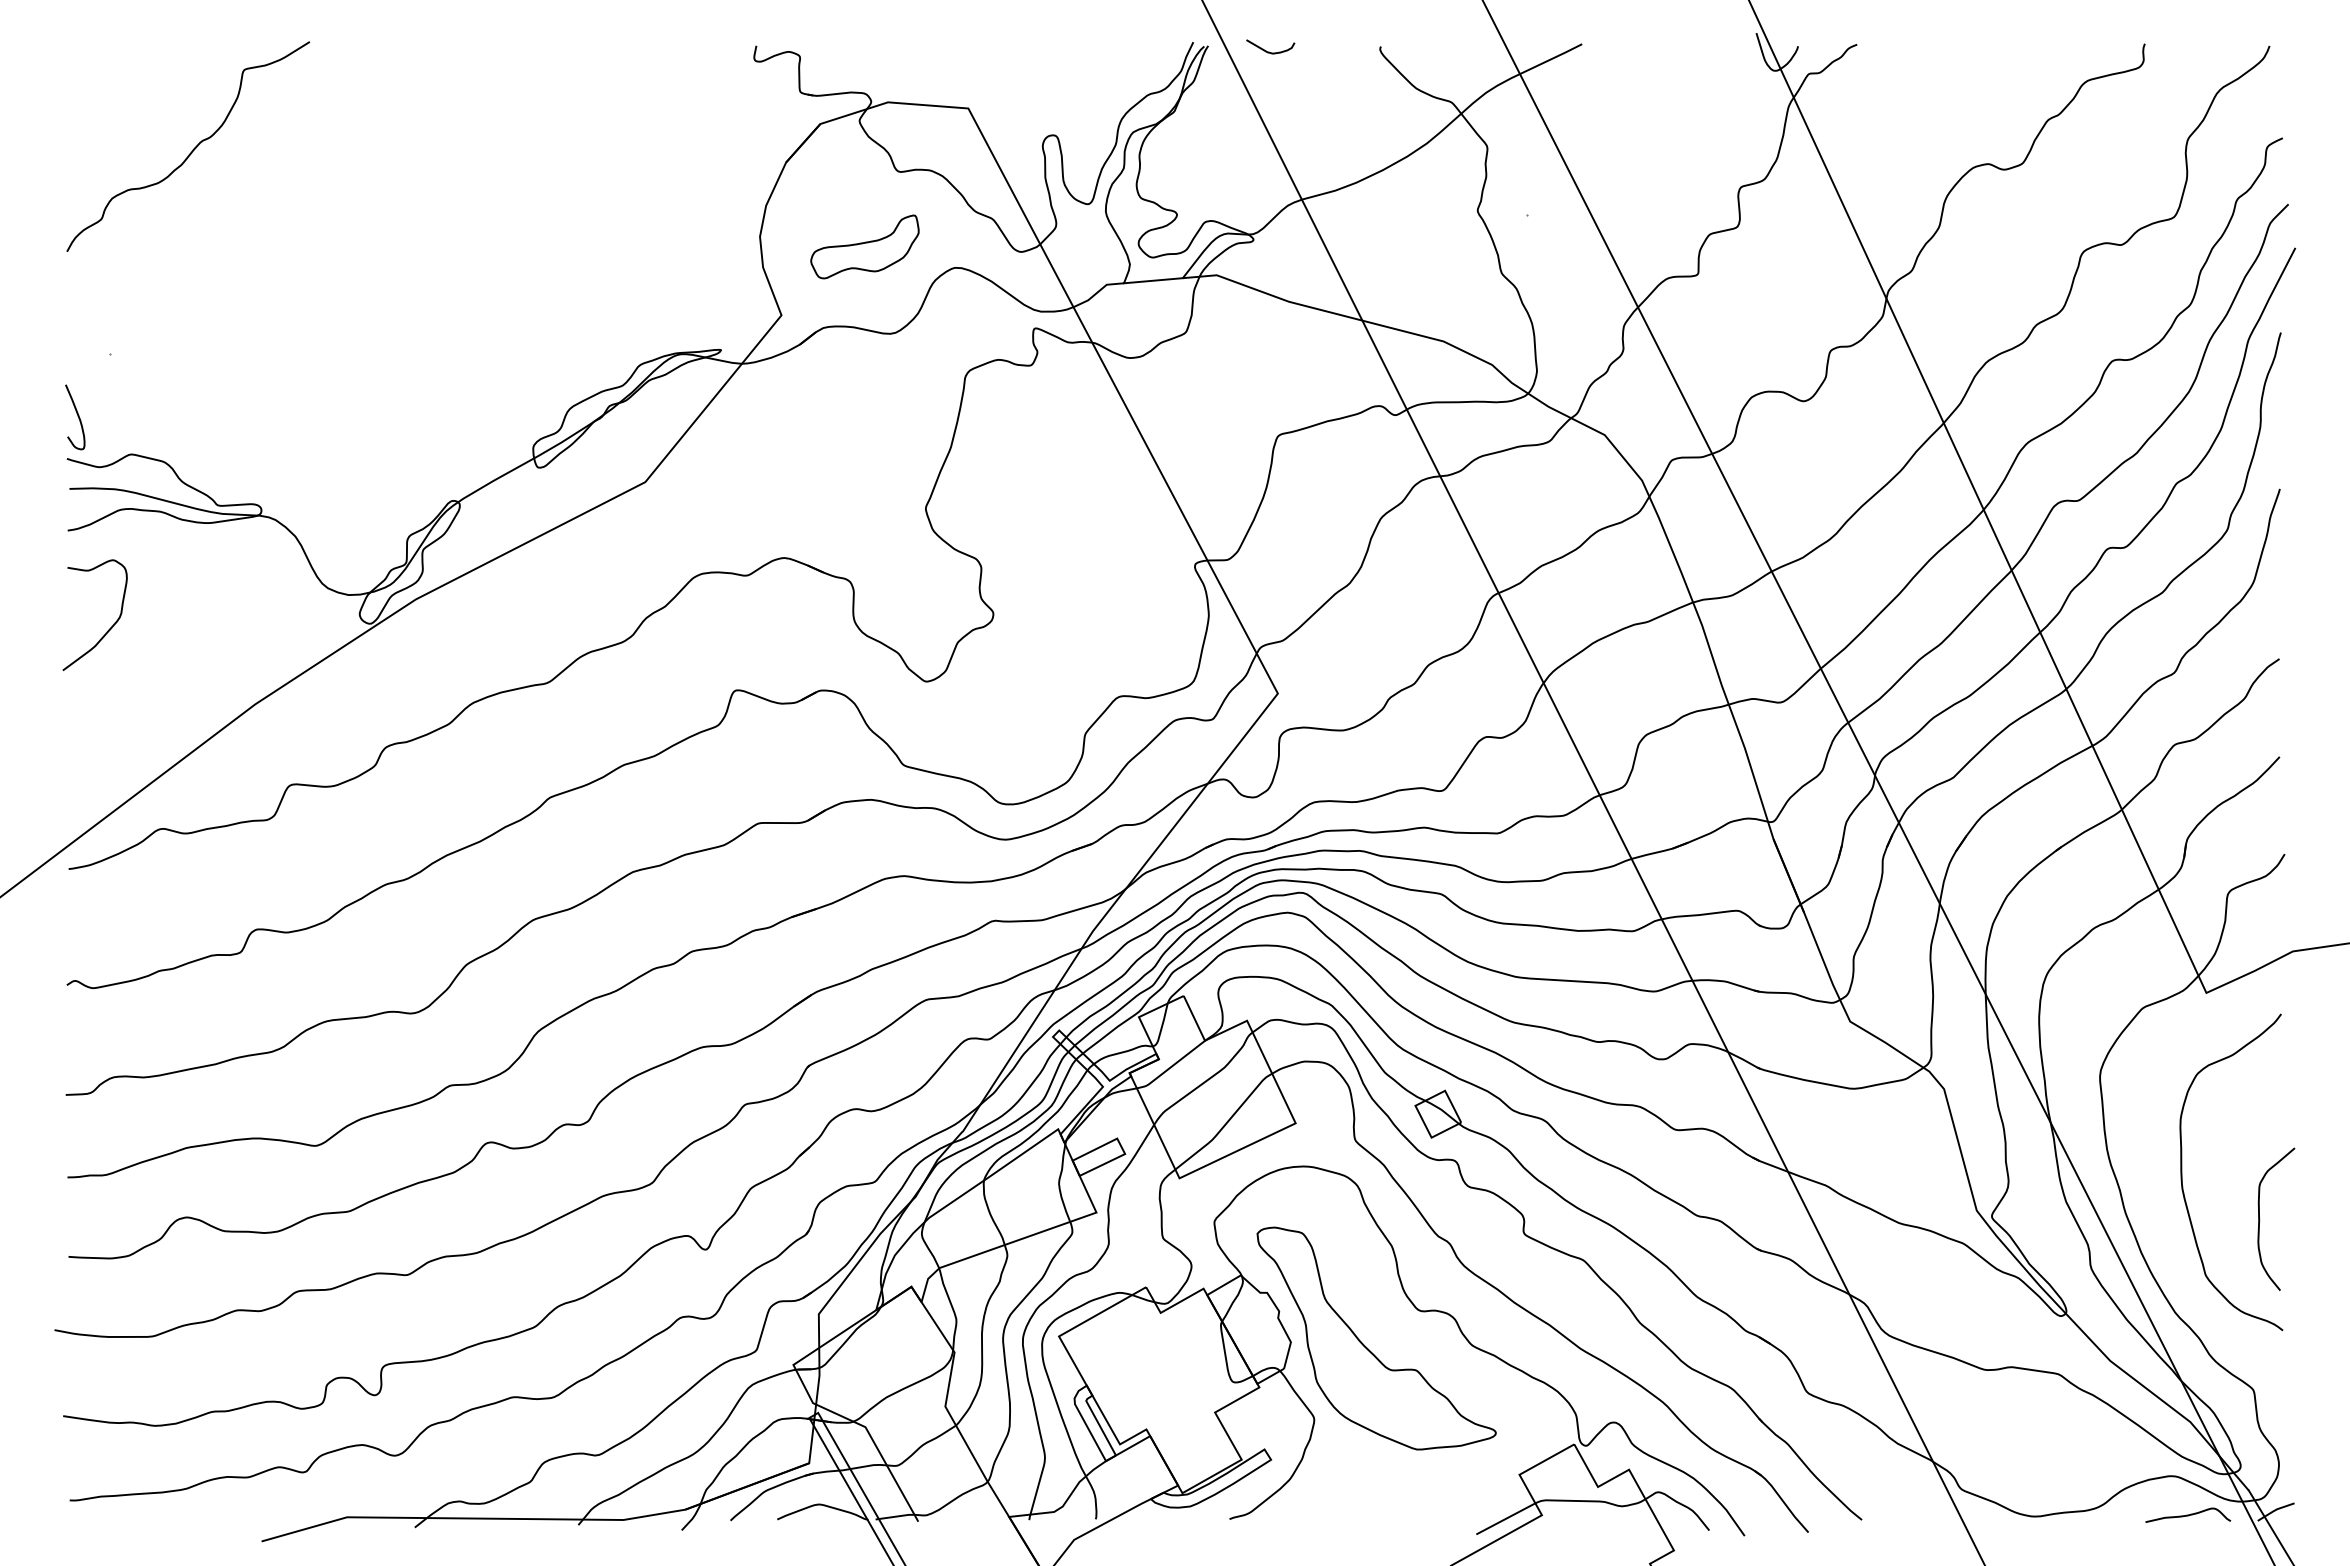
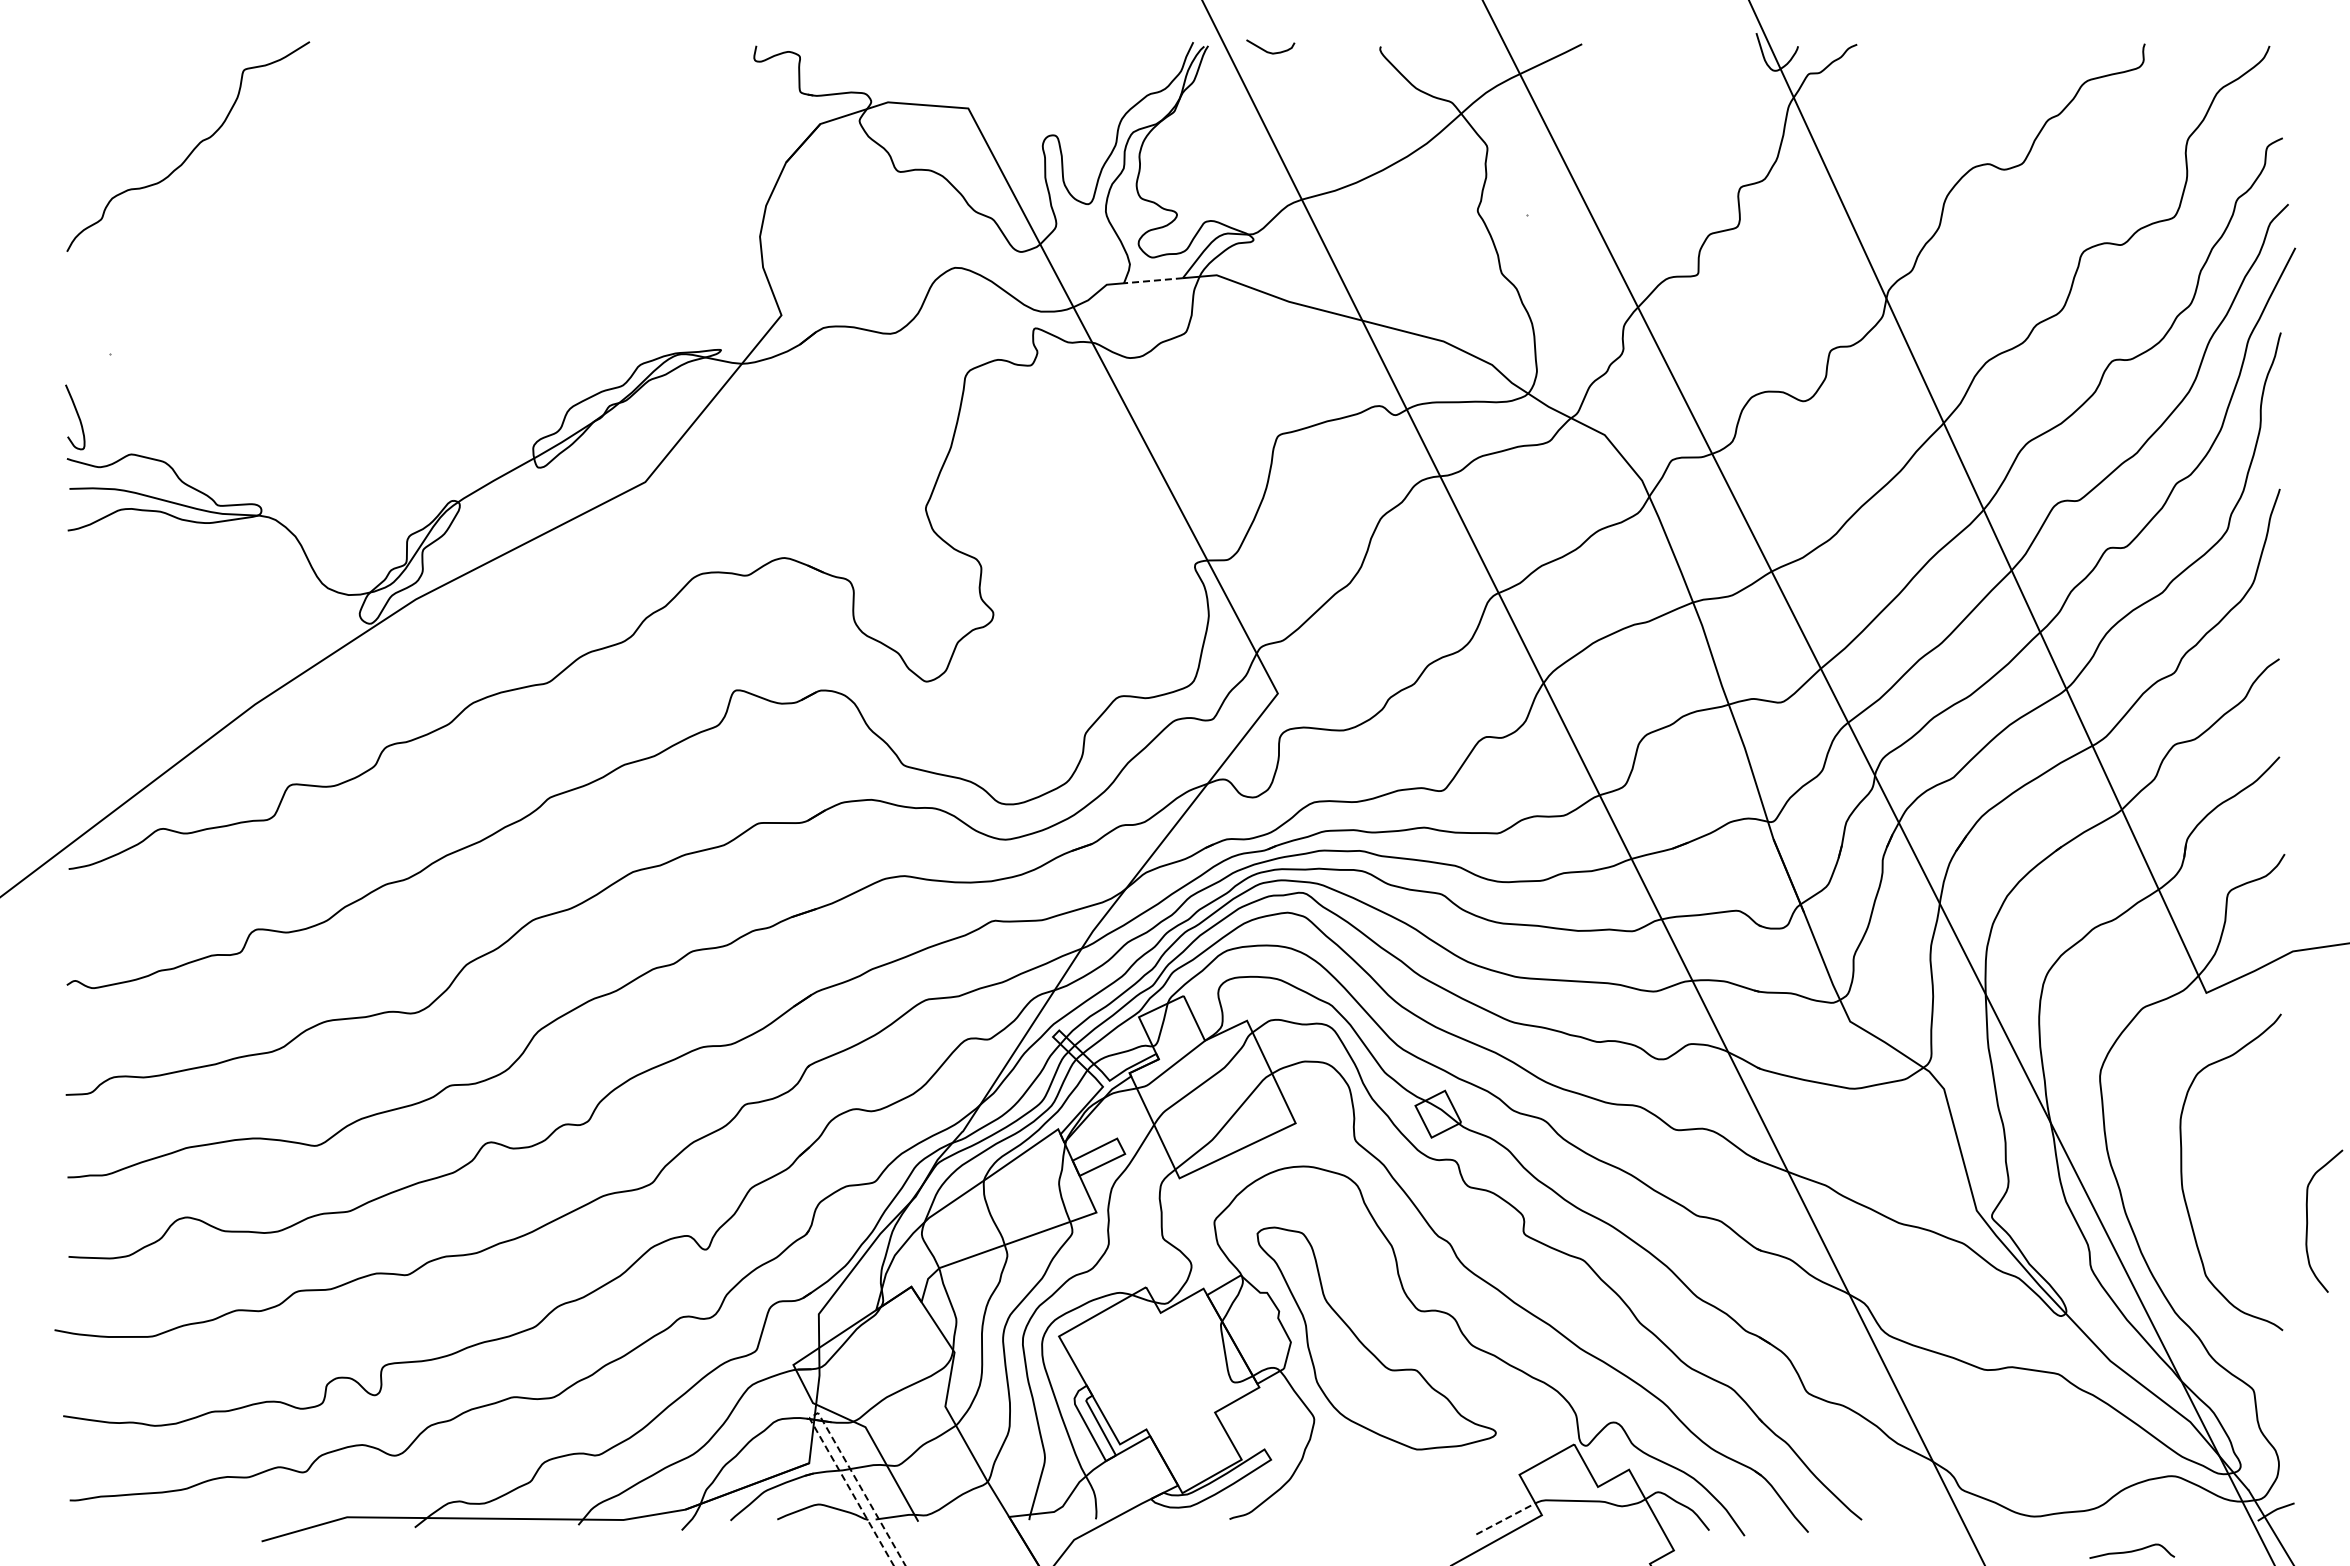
part at (864, 246): present -> none
line at (1153, 280): solid -> dashed
curve at (109, 628): present -> none
curve at (2260, 1220) position: (2260, 1220) -> (2308, 1222)
line at (815, 1414): solid -> dashed
curve at (2188, 1514) position: (2188, 1514) -> (2132, 1550)
line at (1506, 1518): solid -> dashed
